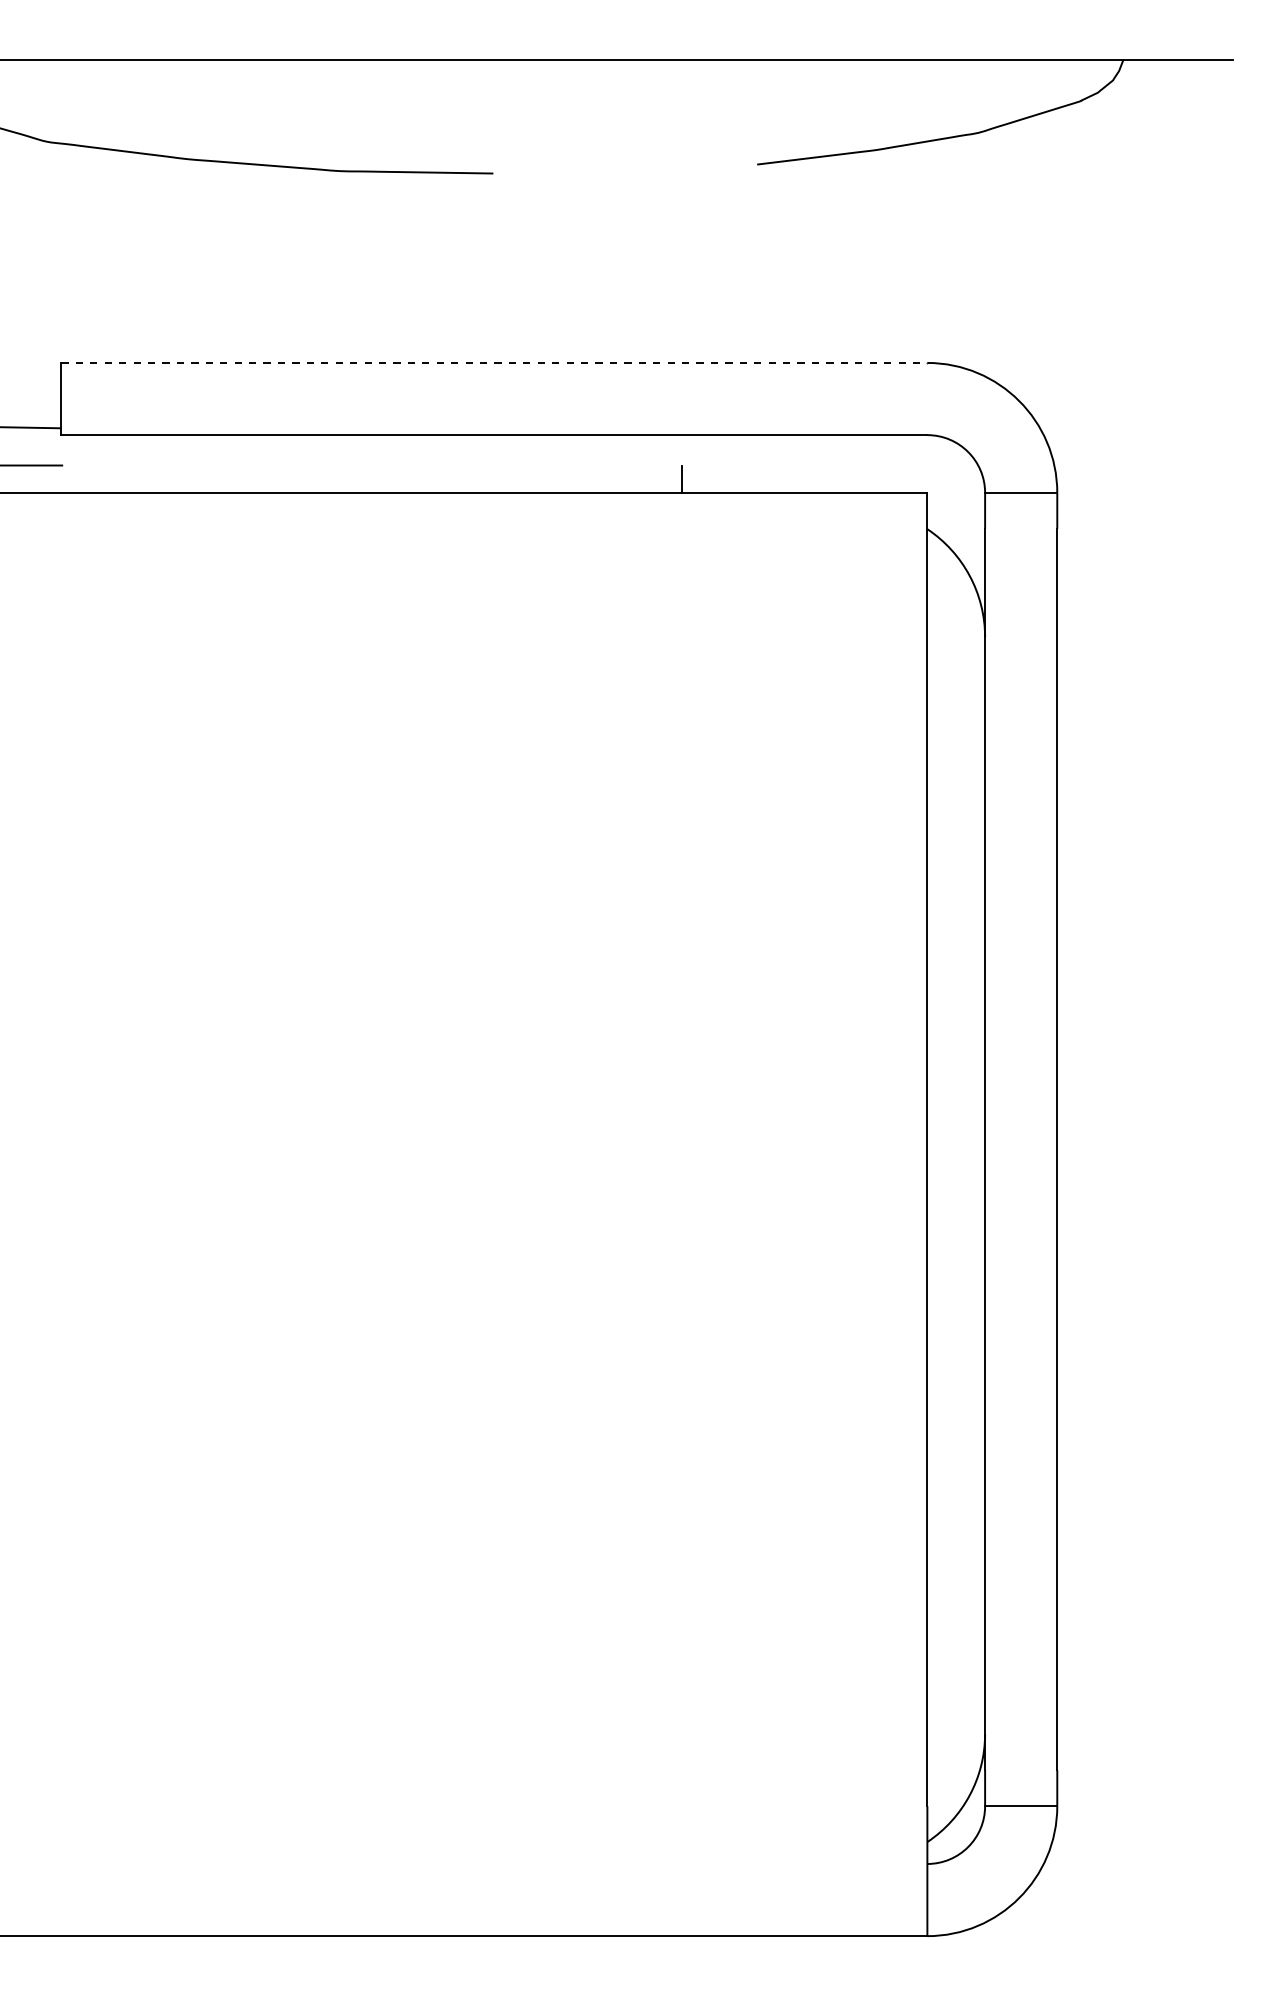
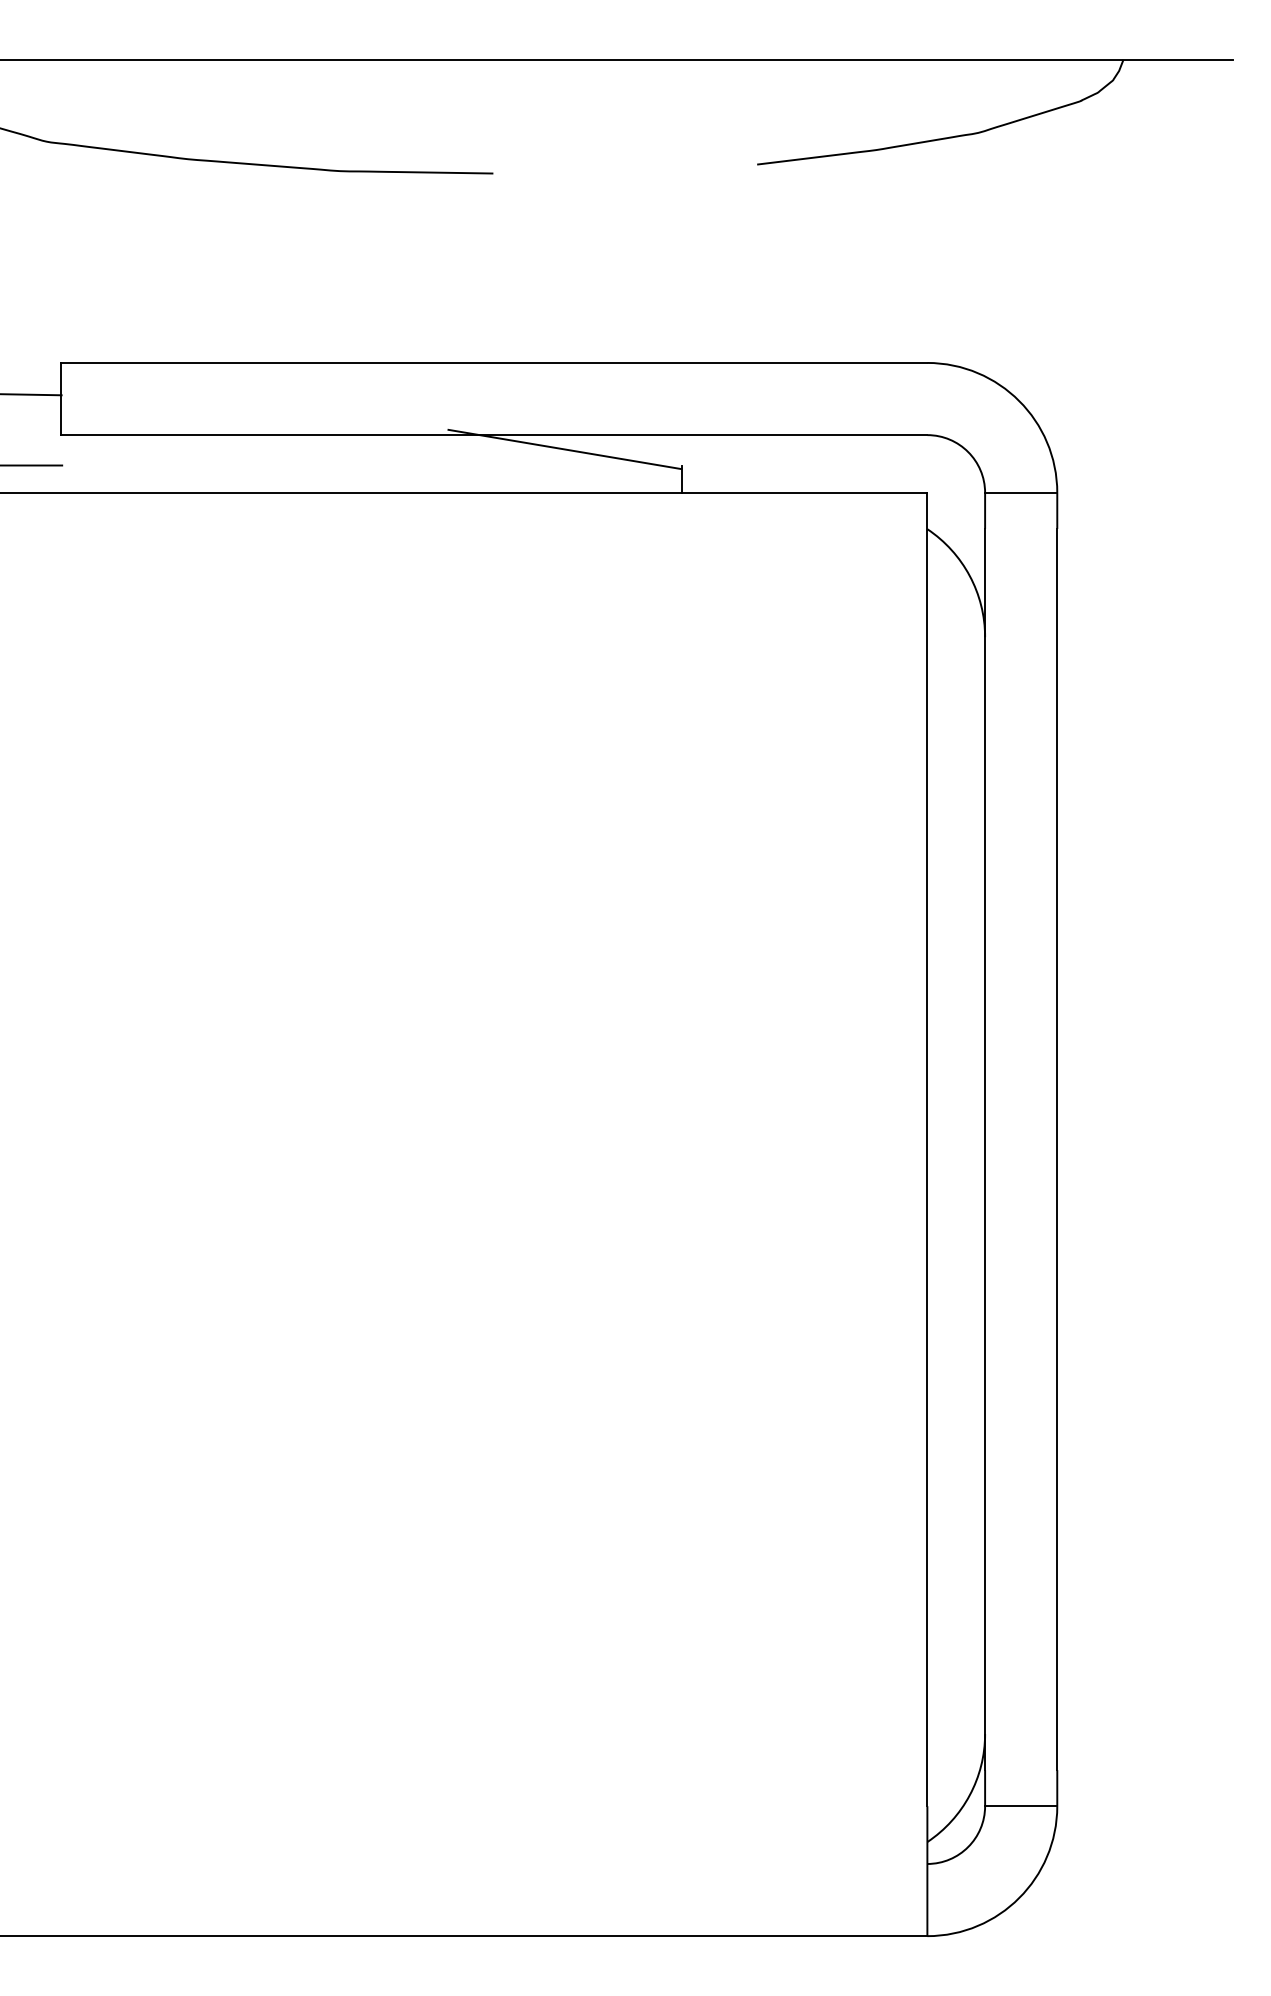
line at (494, 362): dashed -> solid
line at (31, 427) position: (31, 427) -> (31, 394)
line at (564, 449): none -> present
